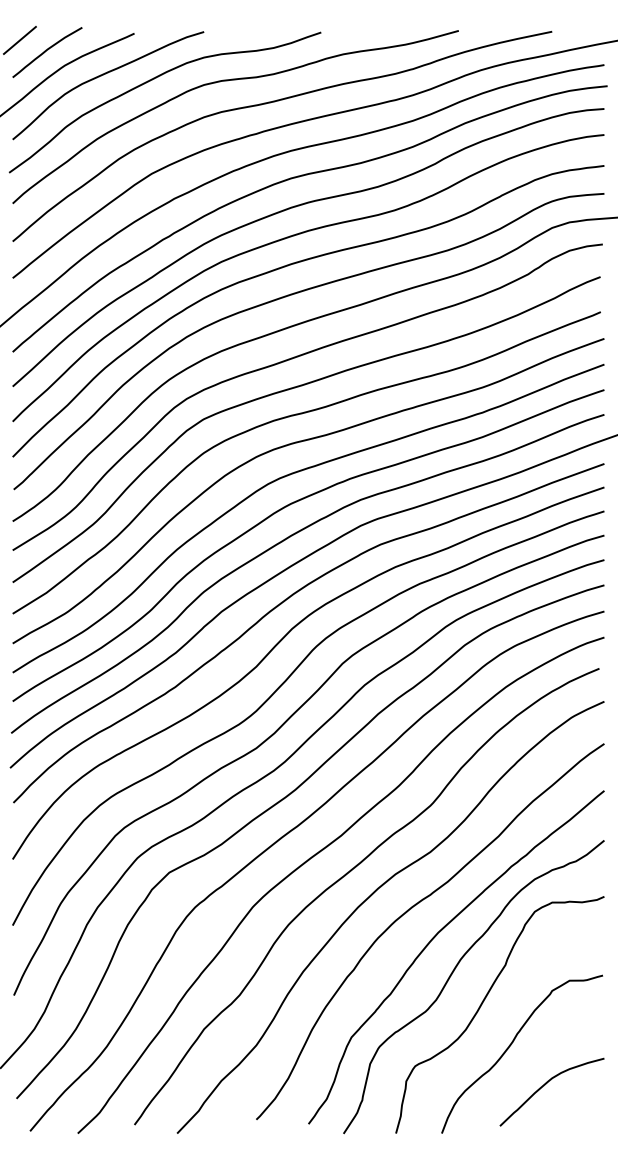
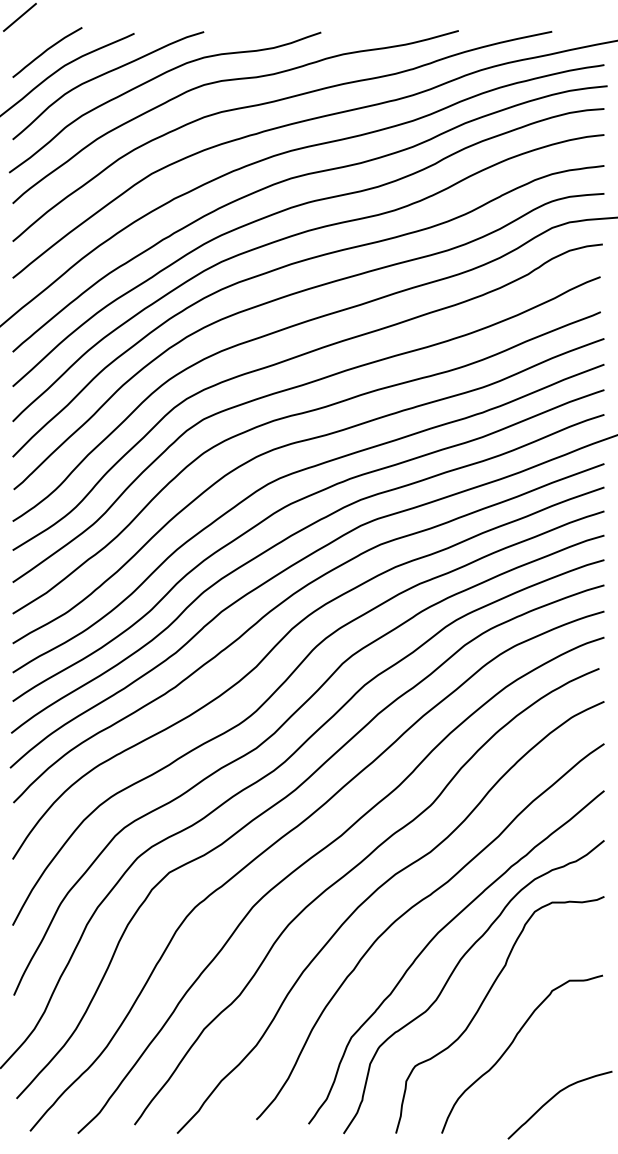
line at (19, 40) position: (19, 40) -> (19, 17)
curve at (545, 1085) position: (545, 1085) -> (553, 1098)
